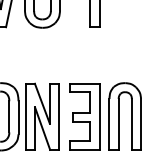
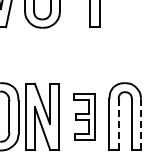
part at (84, 116) size: 32x68 px -> 23x48 px
line at (118, 124): solid -> dashed
line at (141, 124): solid -> dashed
